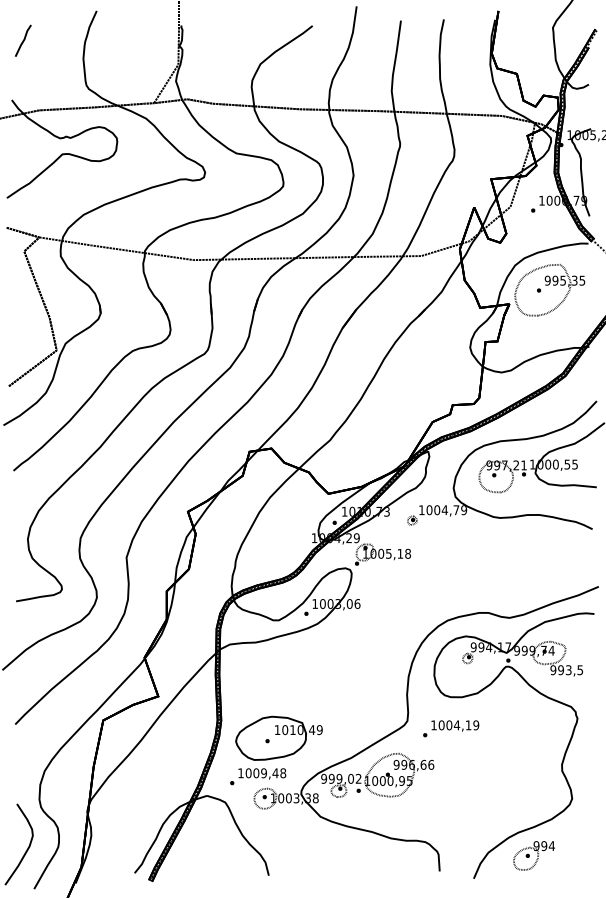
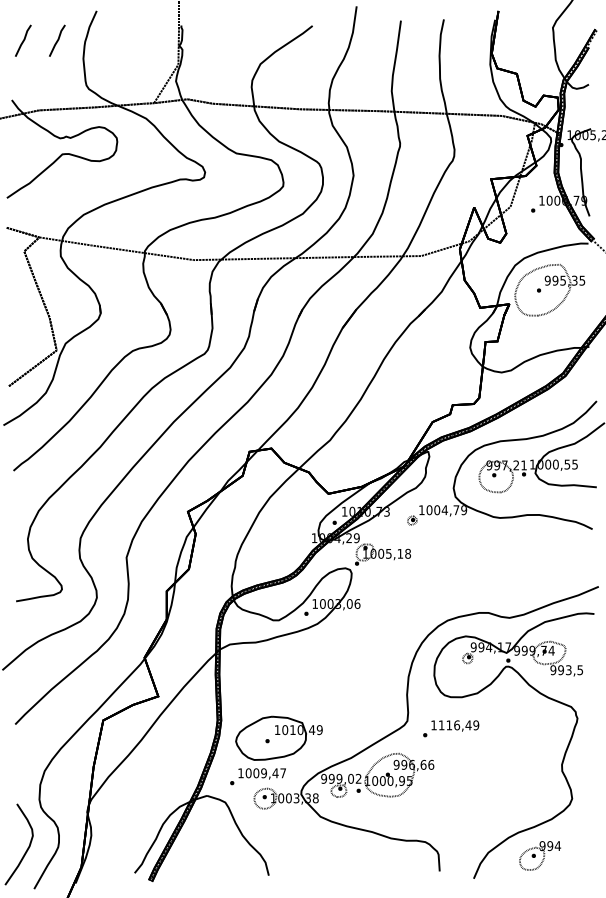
line at (57, 40): none -> present
text at (454, 725): 1004,19 -> 1116,49
text at (283, 773): 1009,48 -> 1009,47
part at (534, 855) position: (534, 855) -> (540, 855)
